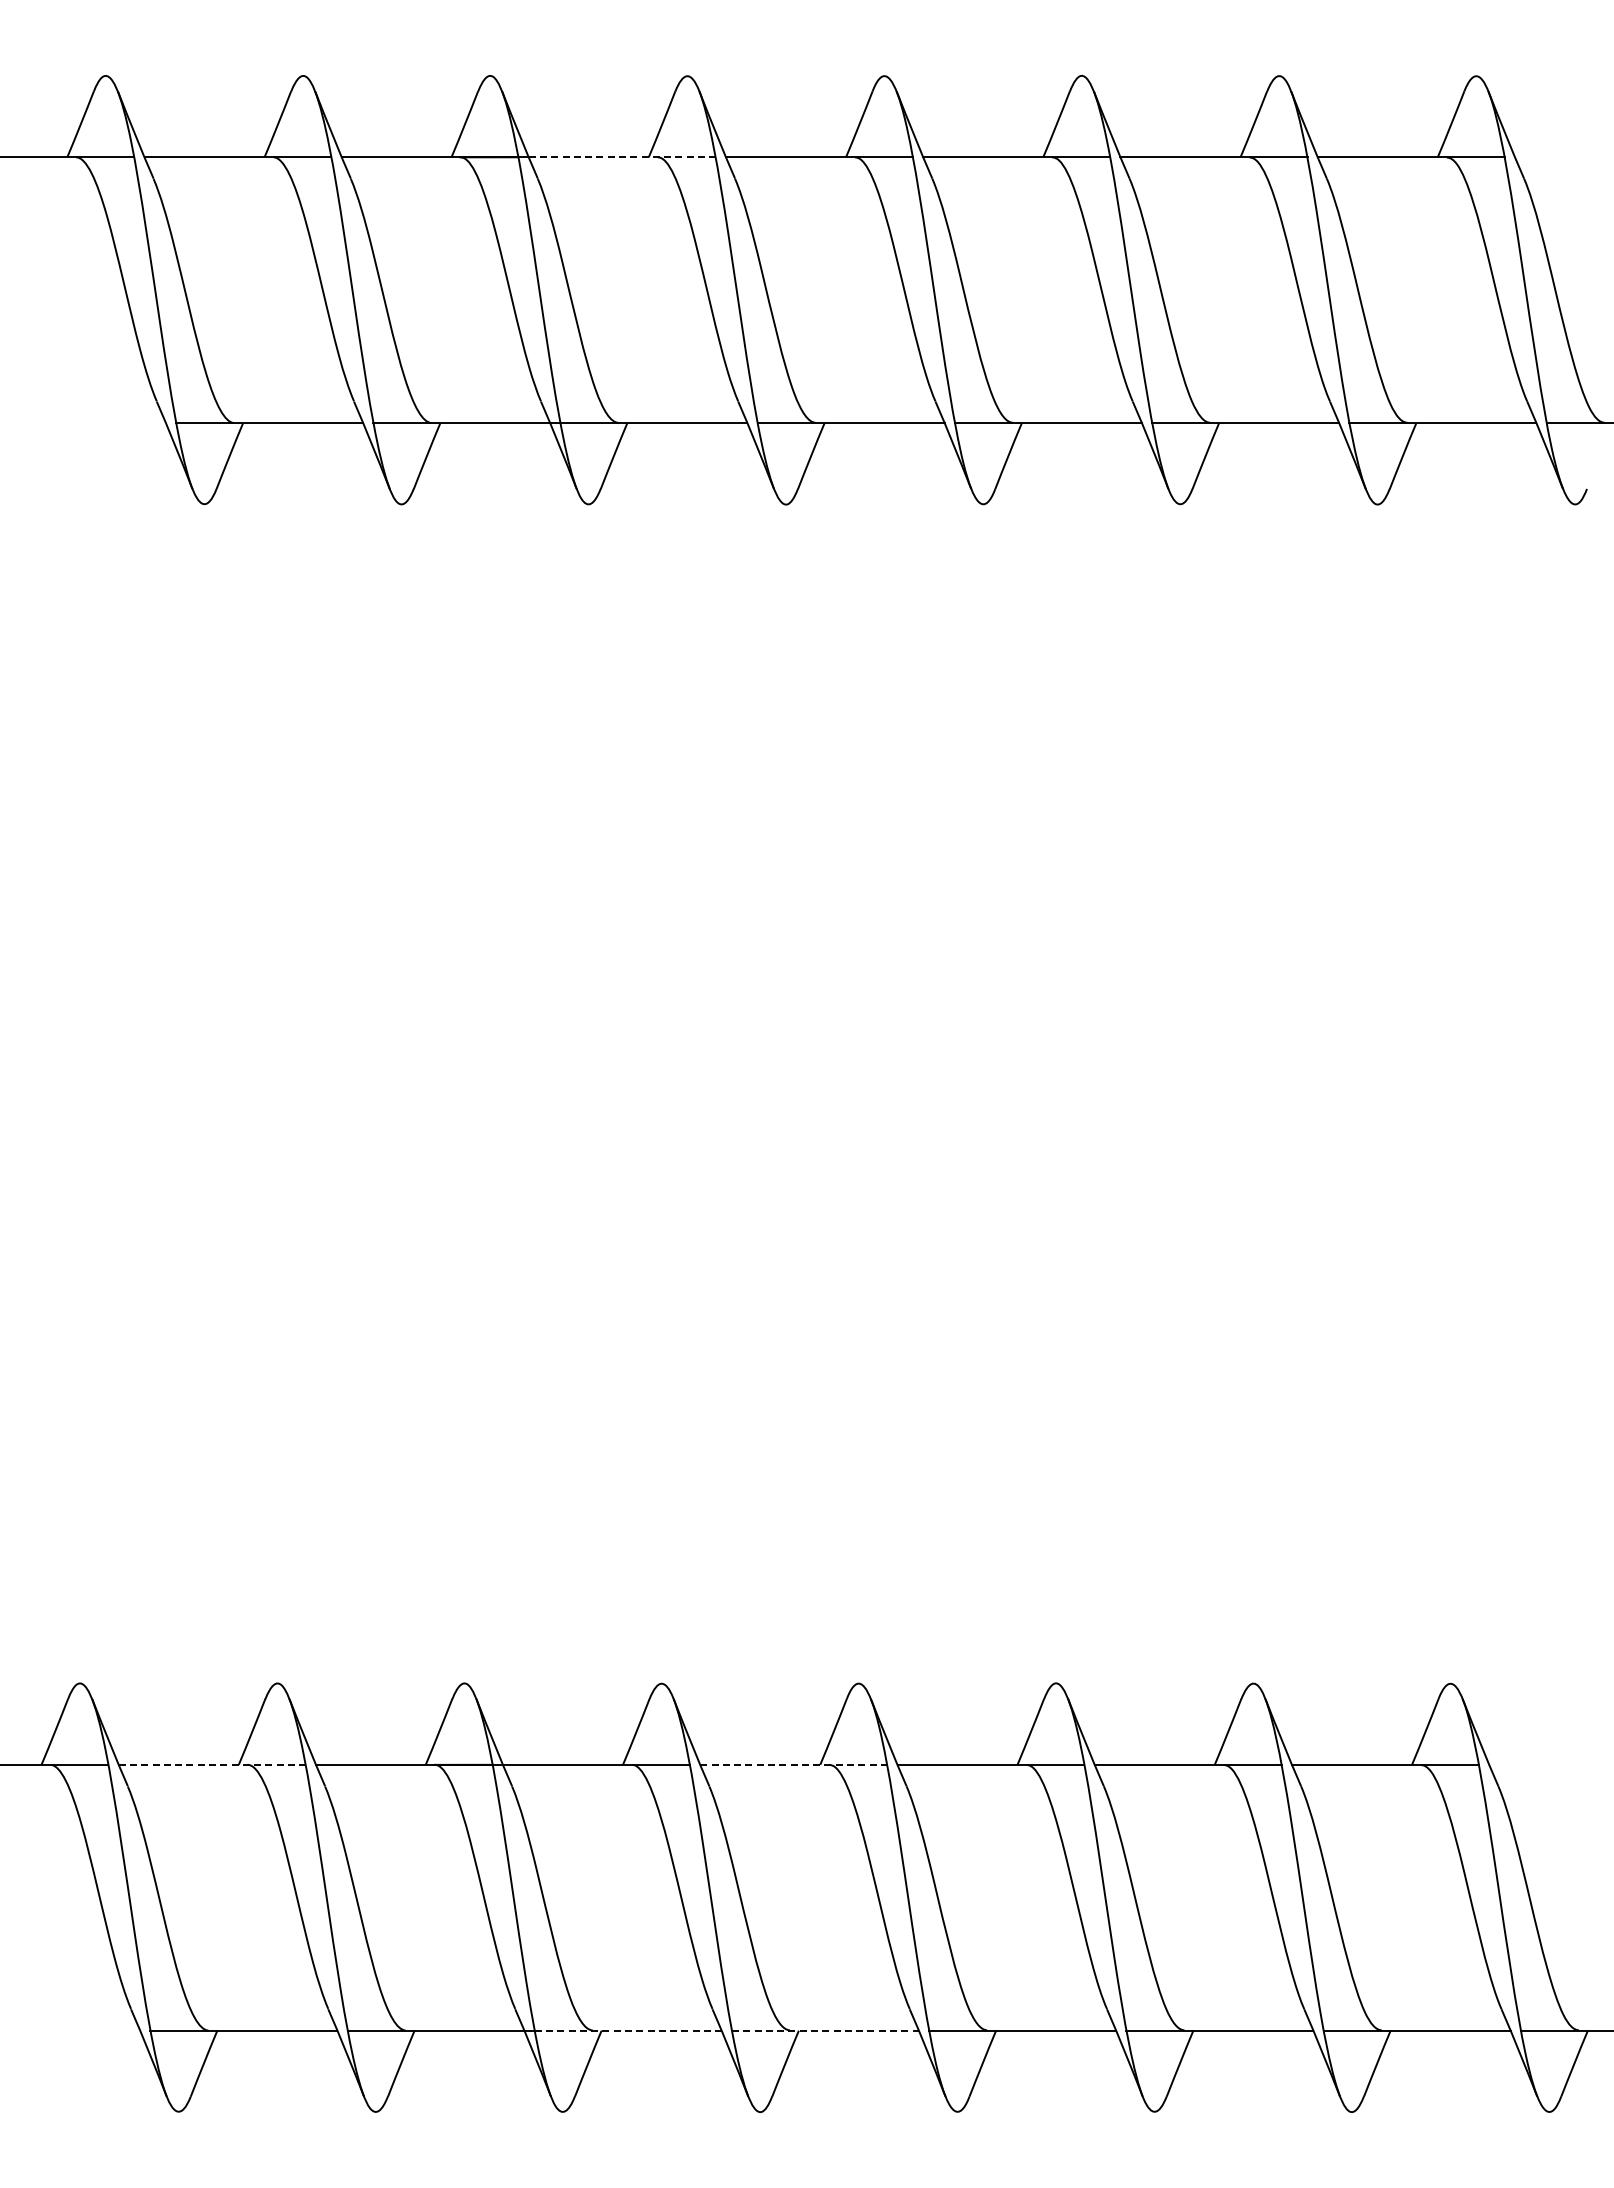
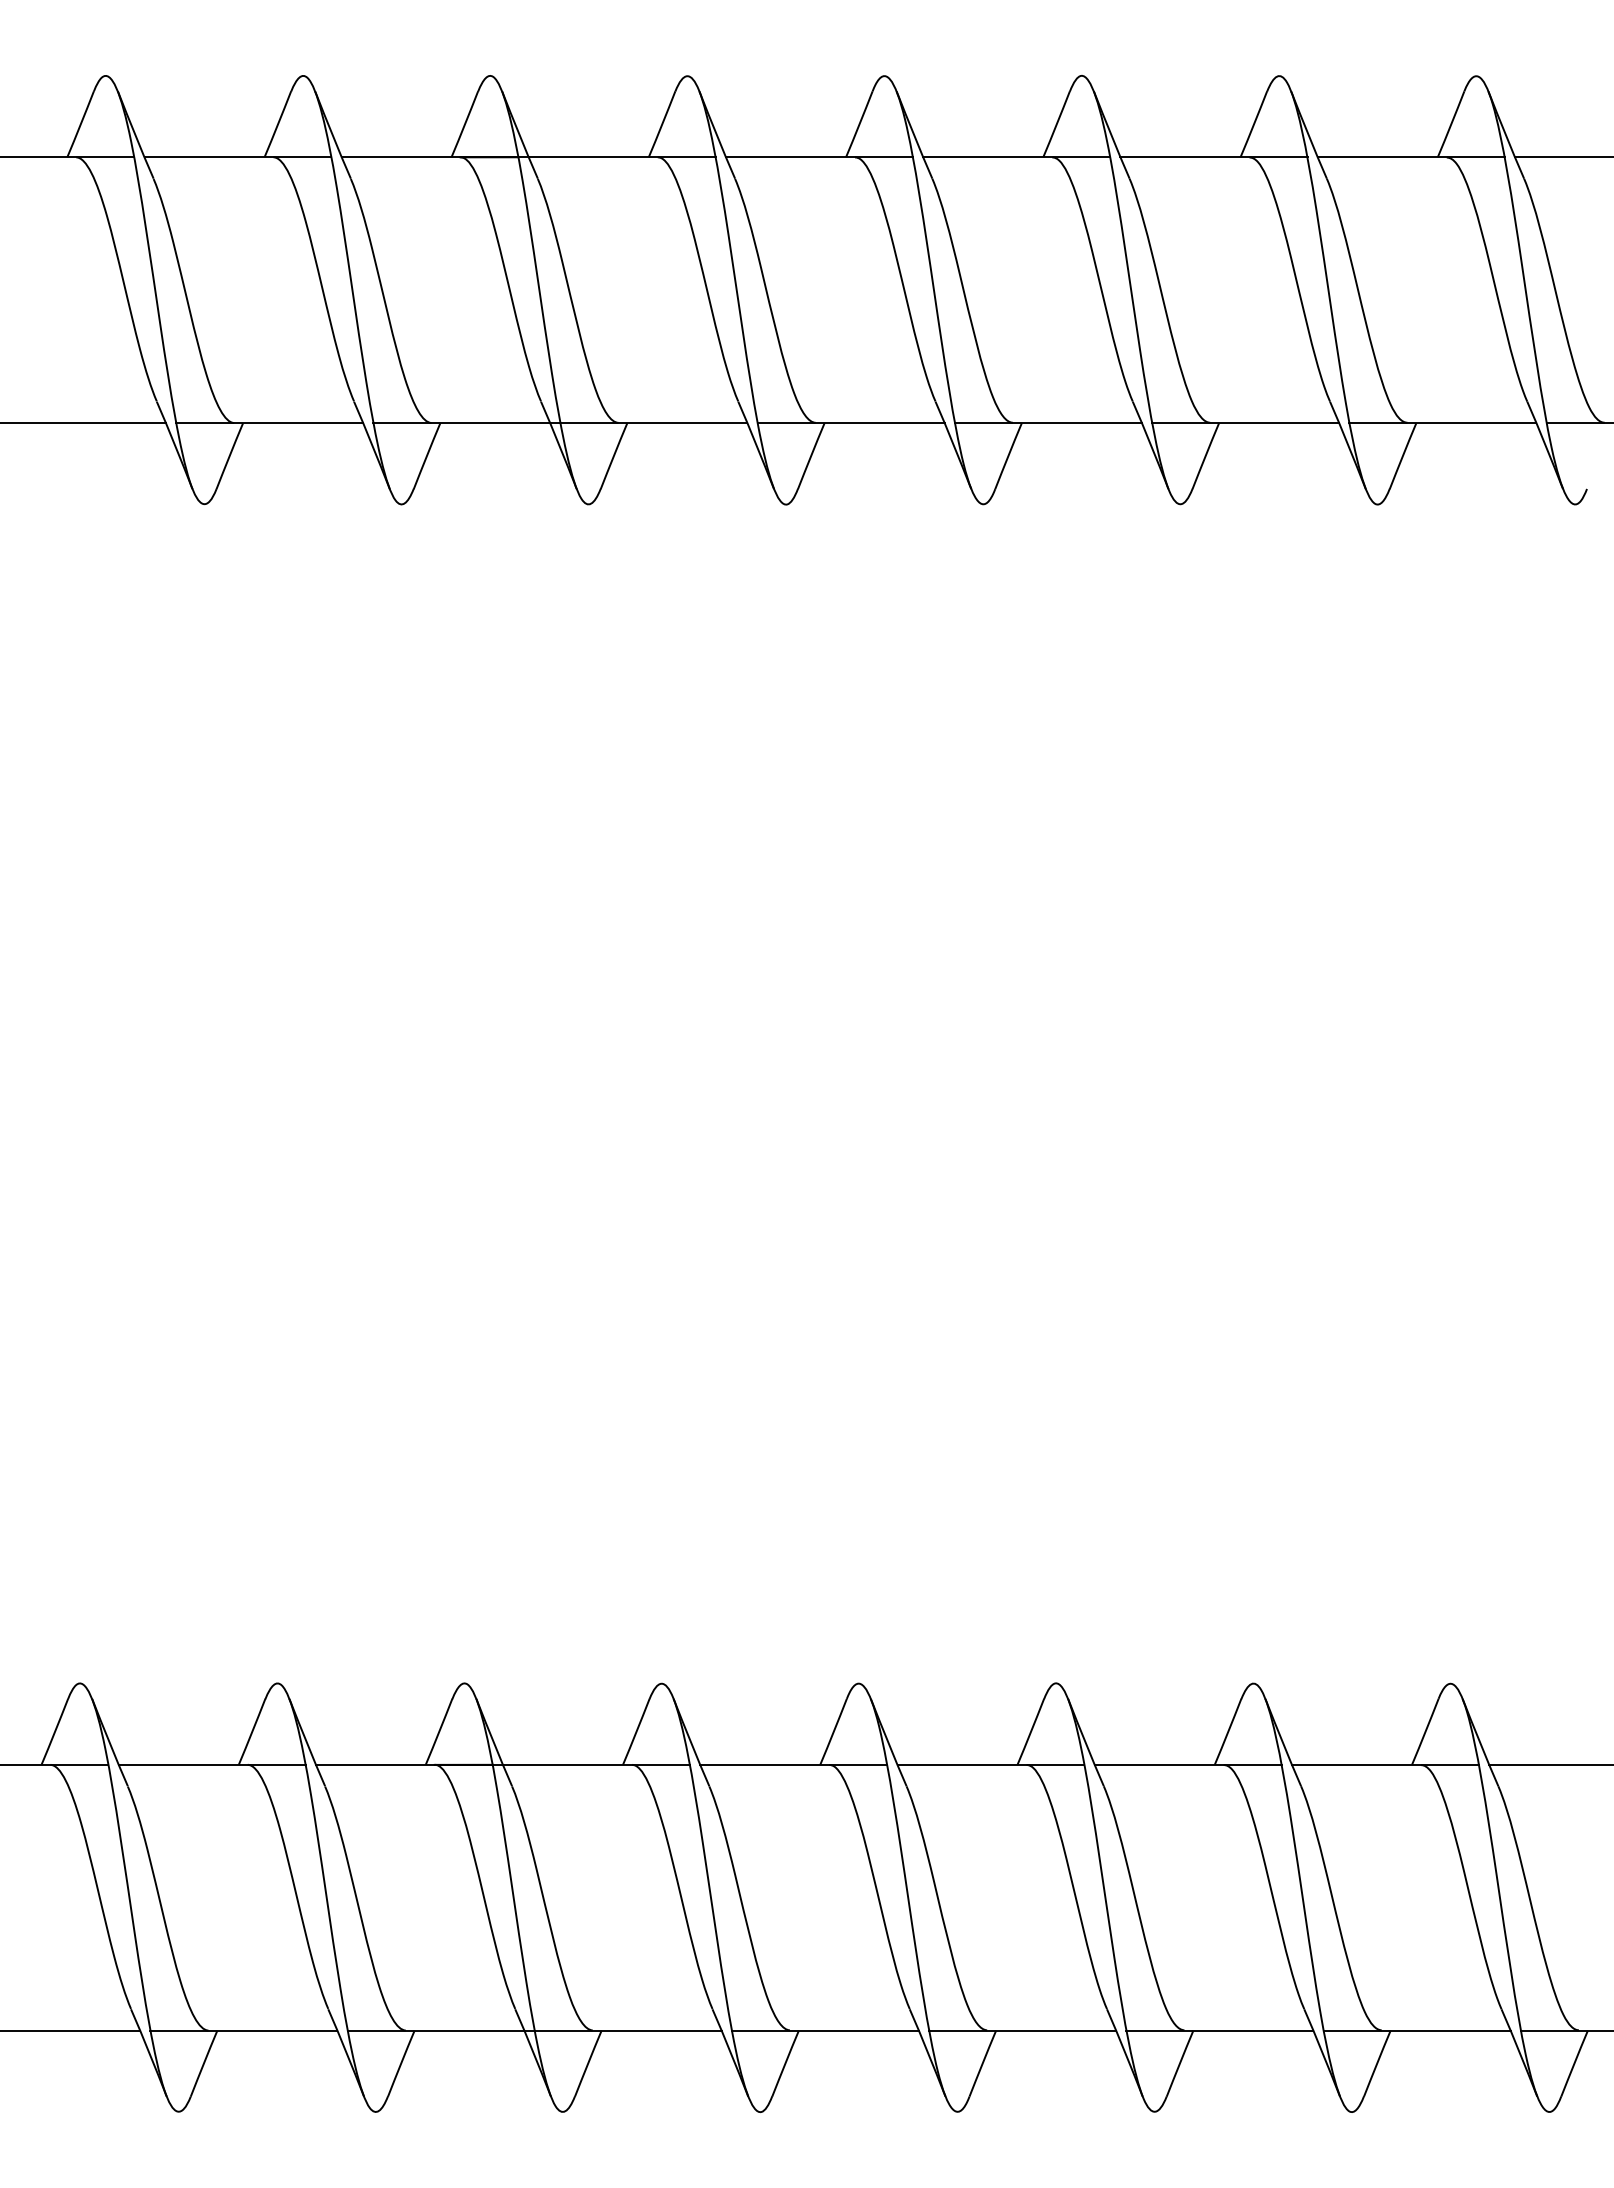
line at (622, 157): dashed -> solid
line at (1562, 157): none -> present
line at (83, 423): none -> present
line at (212, 1764): dashed -> solid
line at (794, 1764): dashed -> solid
line at (1549, 1764): none -> present
line at (71, 2030): none -> present
line at (628, 2030): dashed -> solid
line at (825, 2030): dashed -> solid
